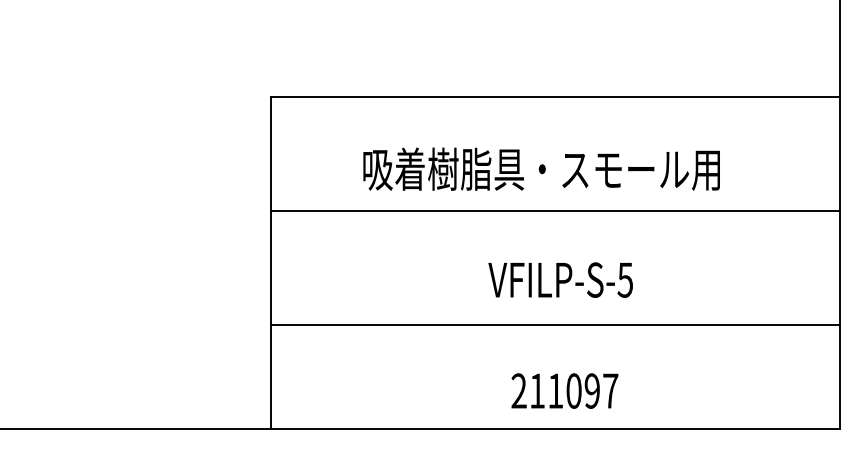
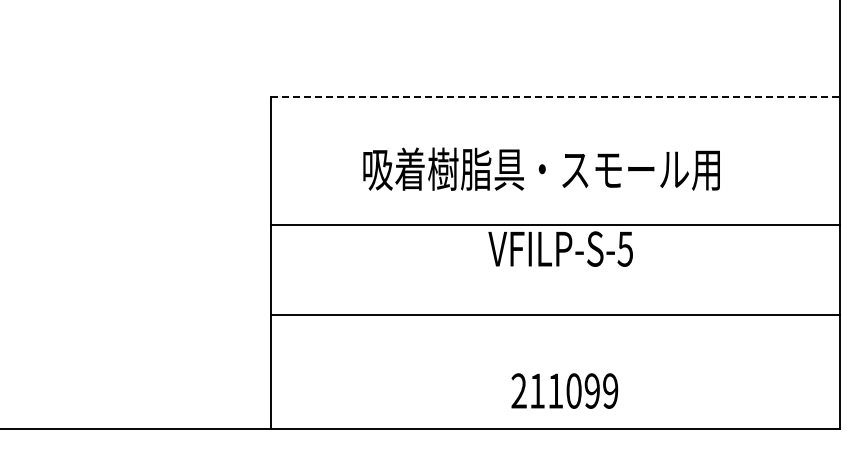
line at (555, 97): solid -> dashed
line at (554, 211) position: (554, 211) -> (554, 225)
text at (560, 279) position: (560, 279) -> (560, 248)
line at (554, 325) position: (554, 325) -> (554, 315)
text at (610, 390): 211097 -> 211099
